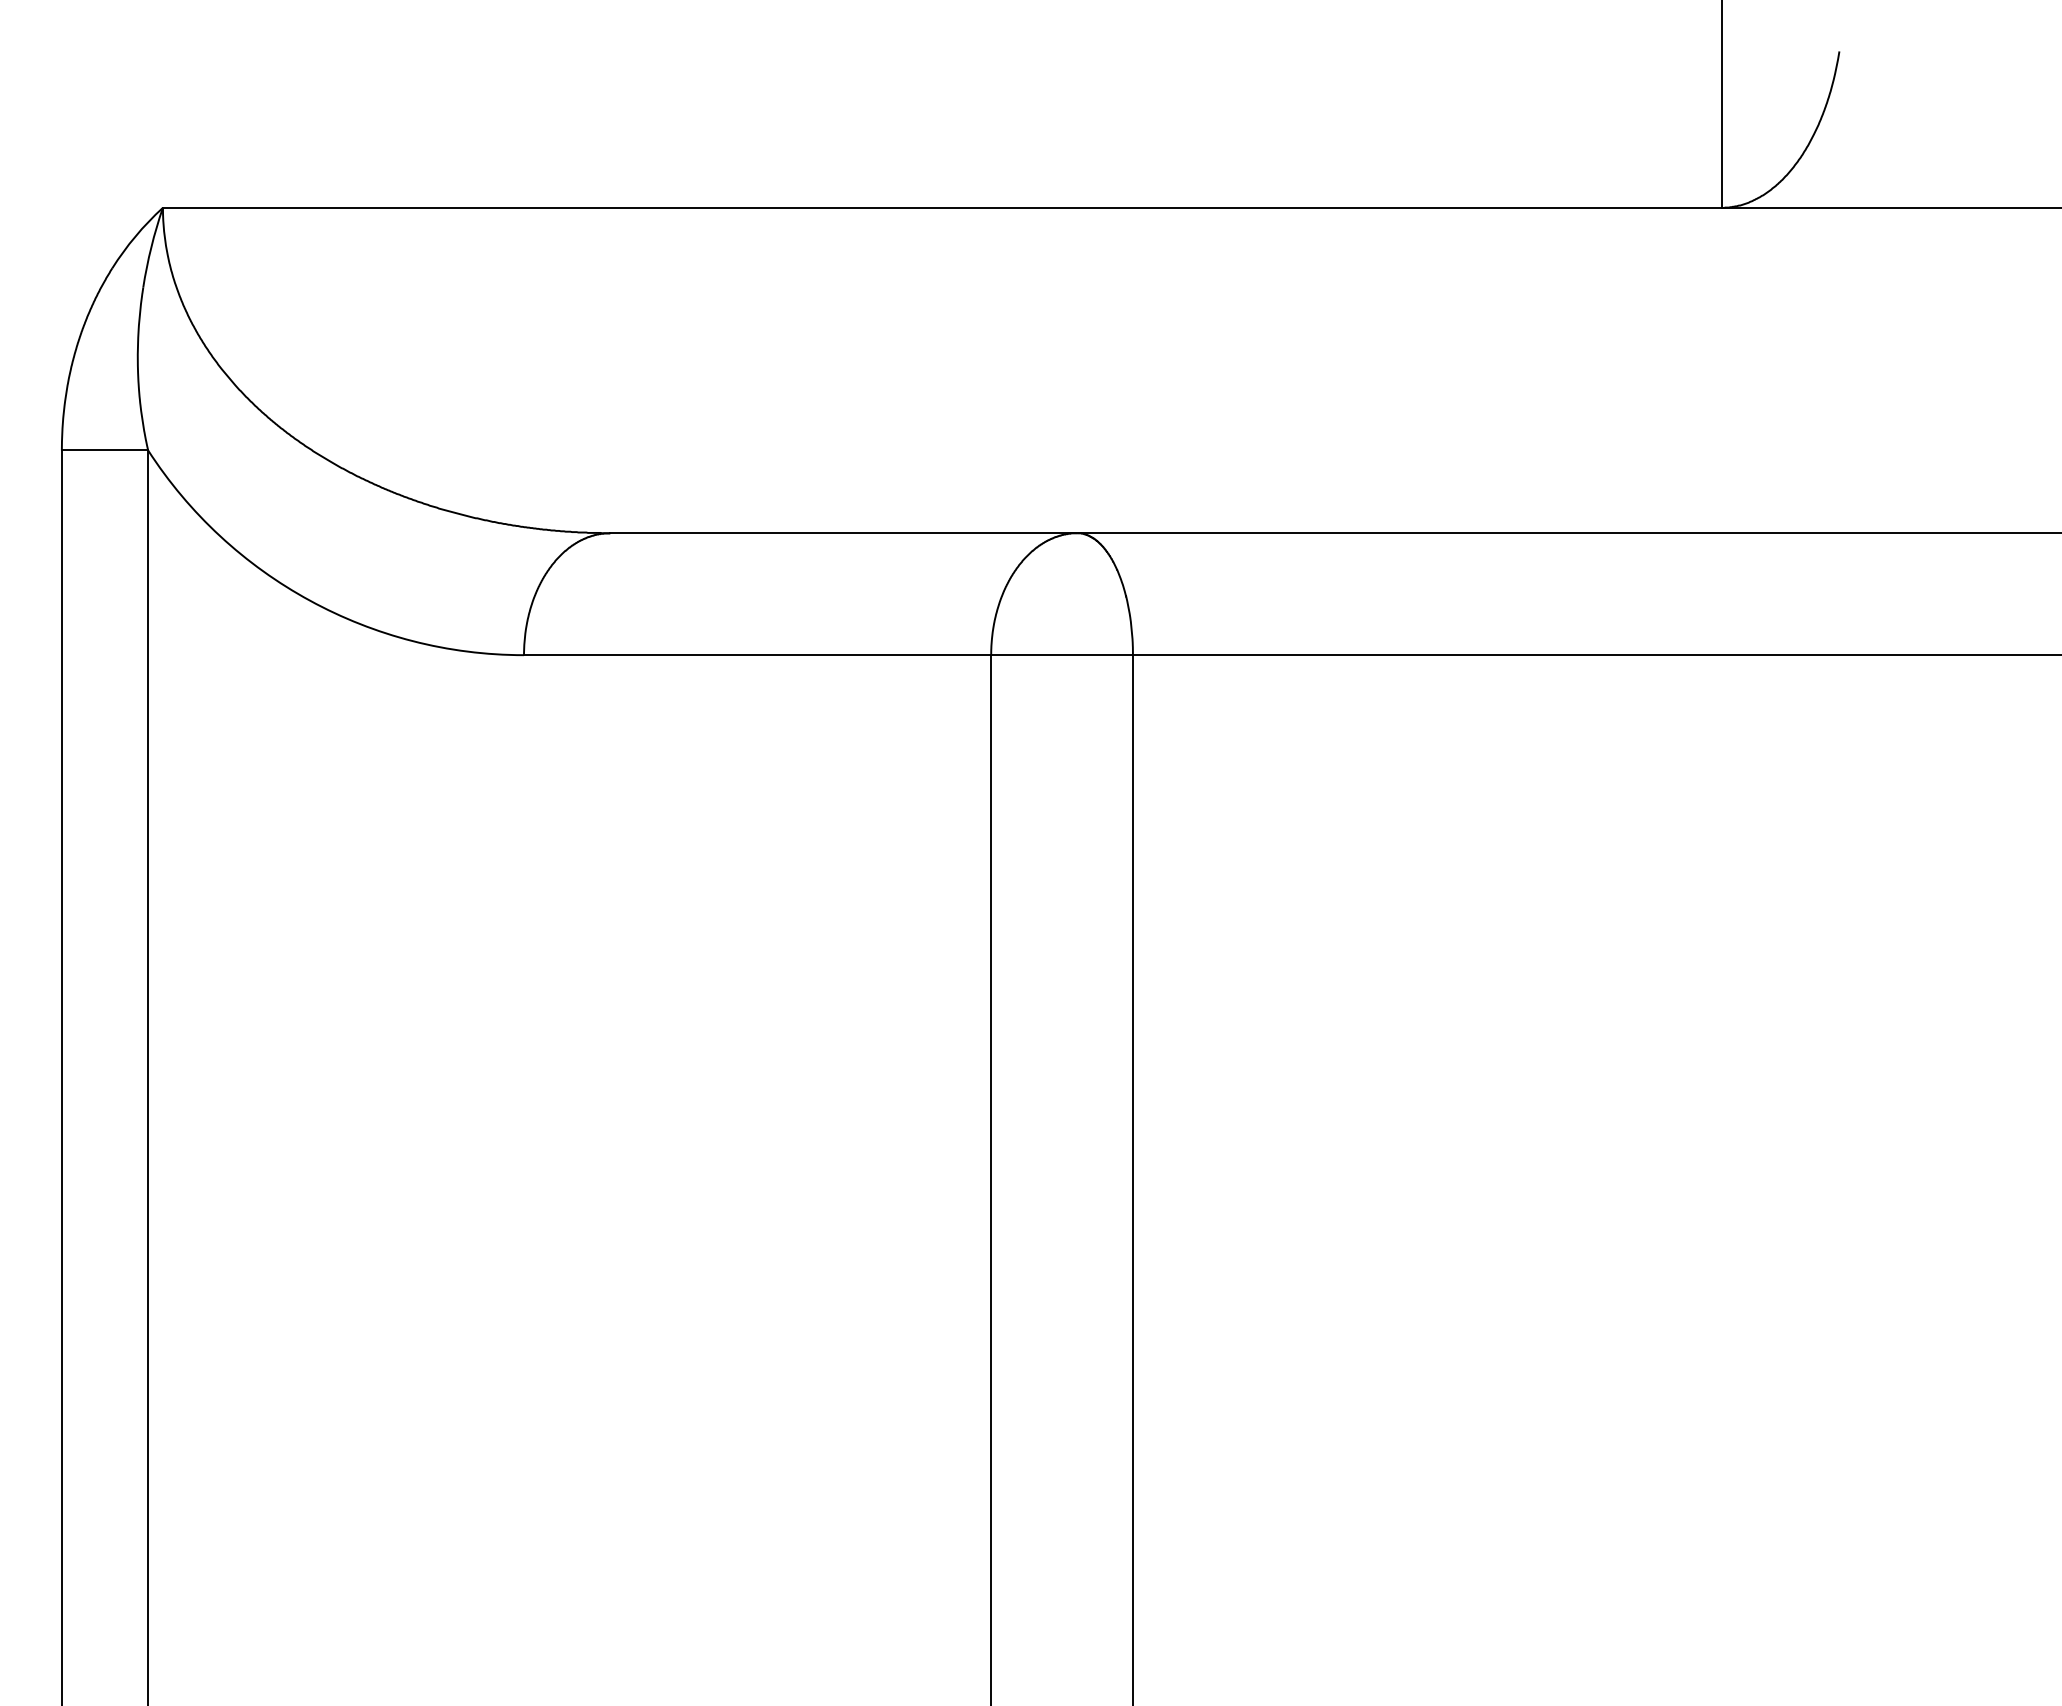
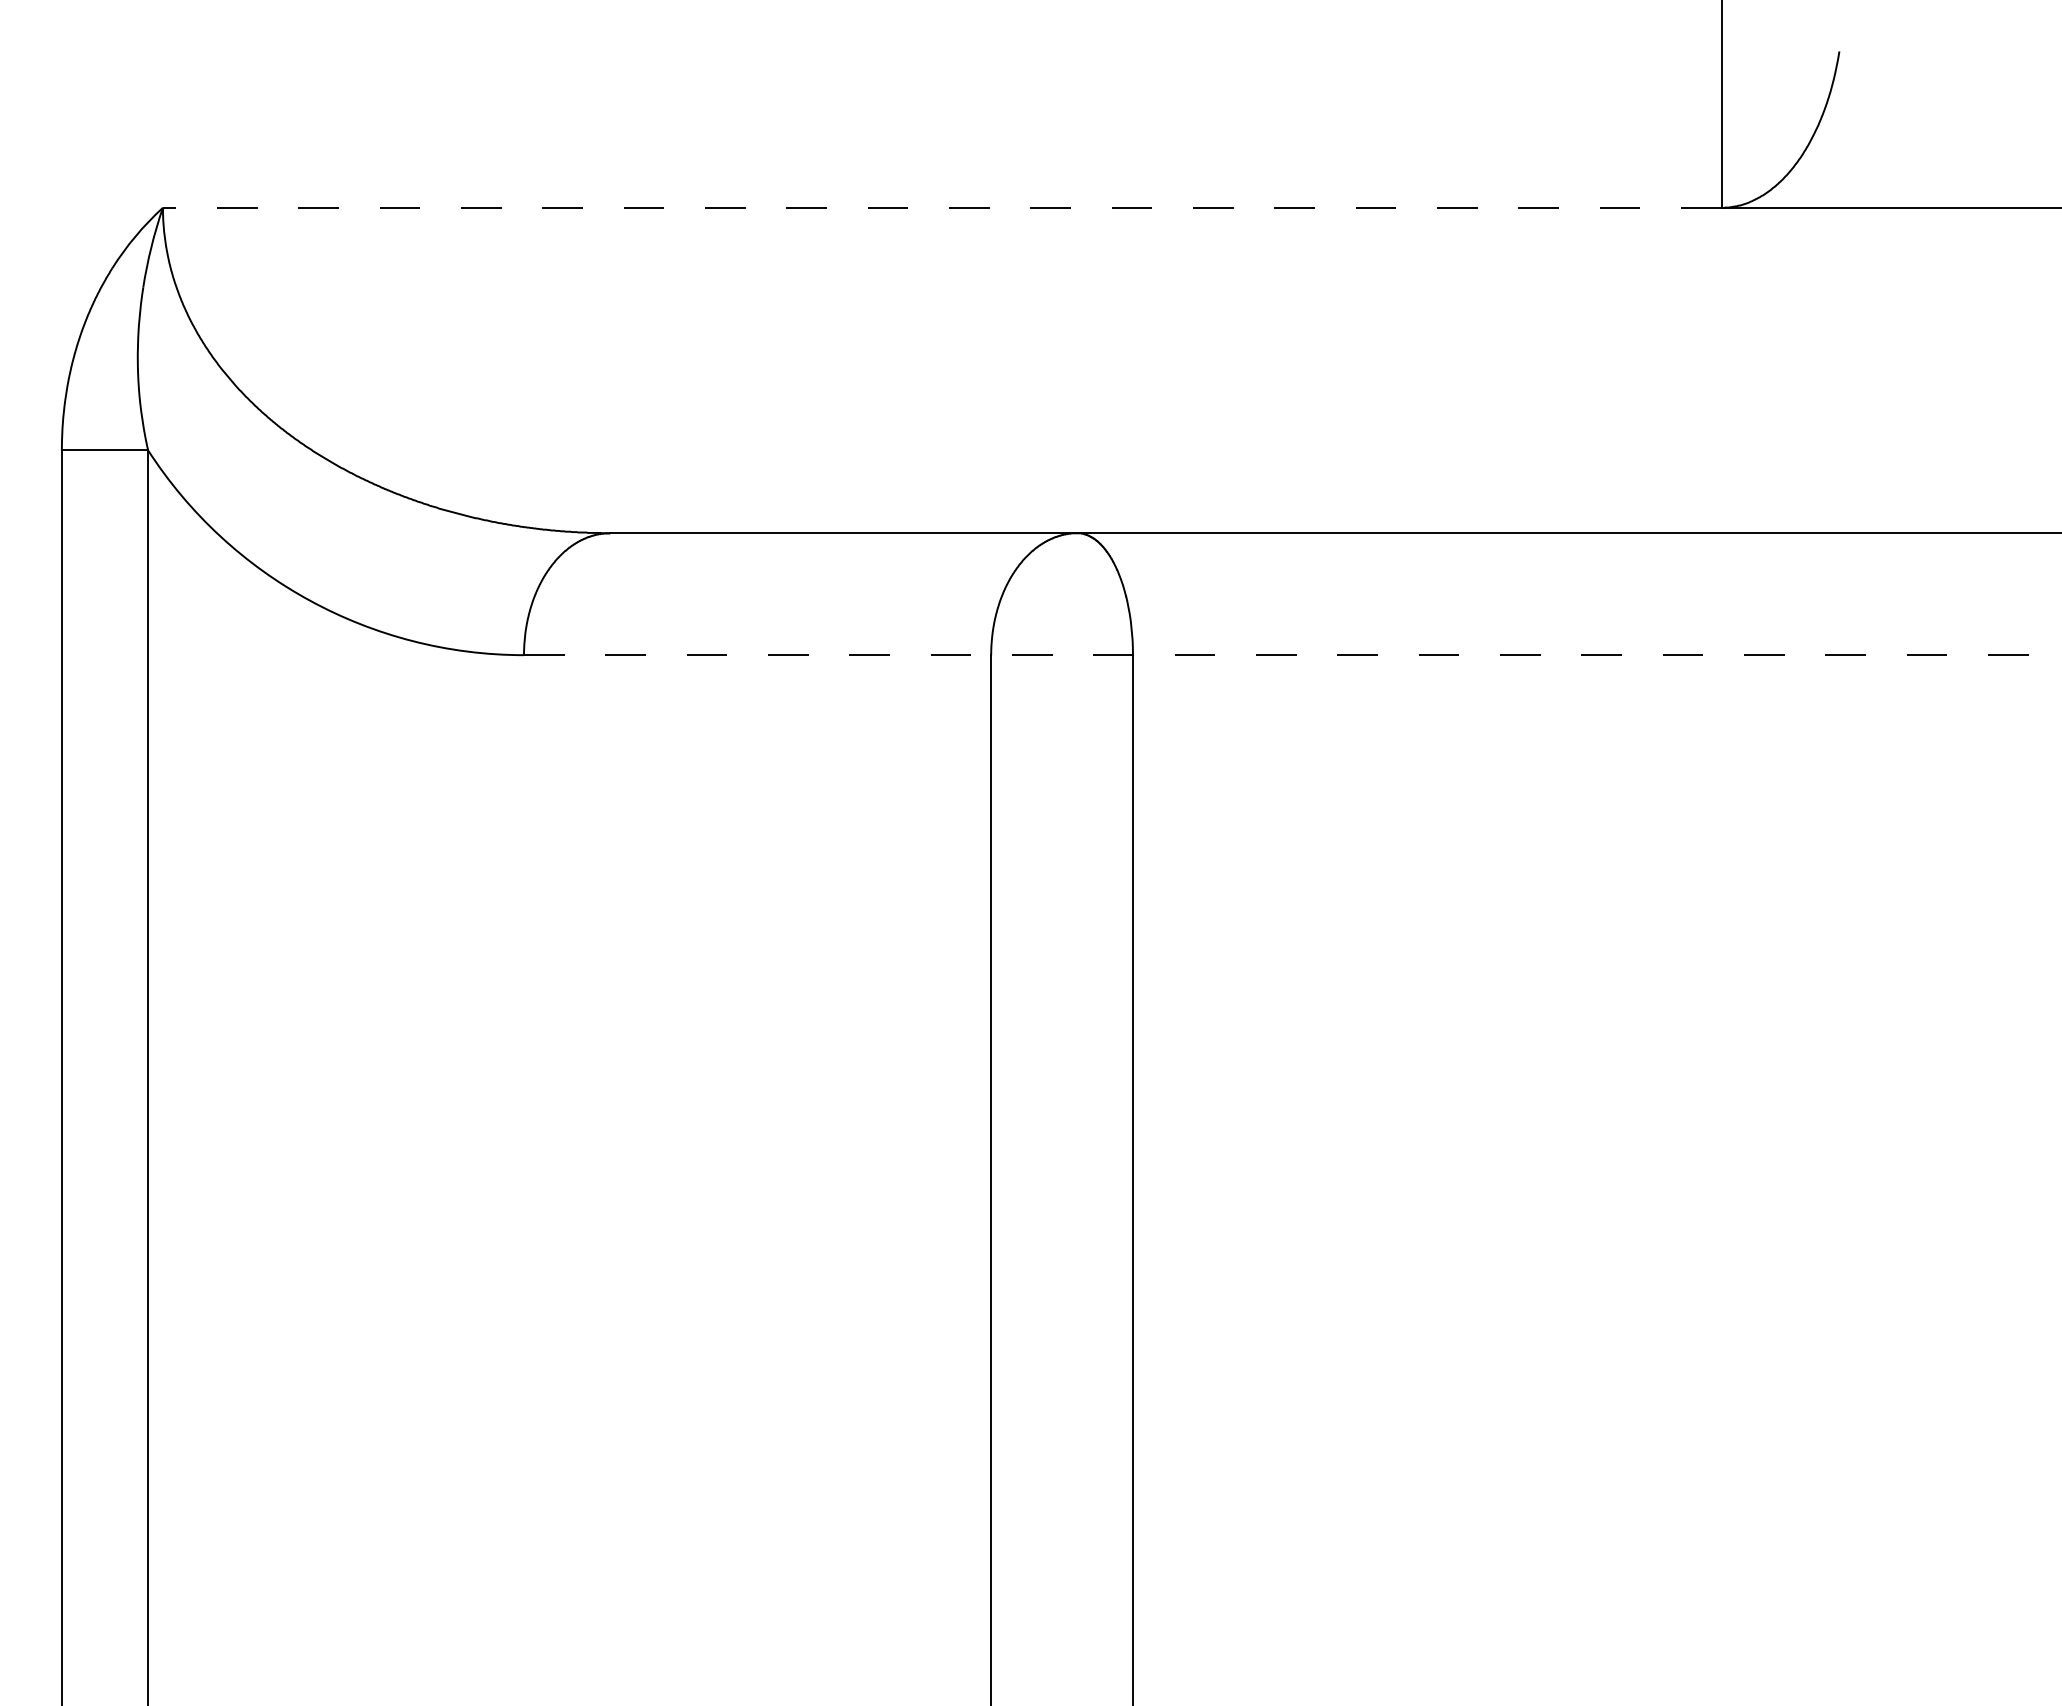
line at (941, 207): solid -> dashed
line at (1292, 655): solid -> dashed
